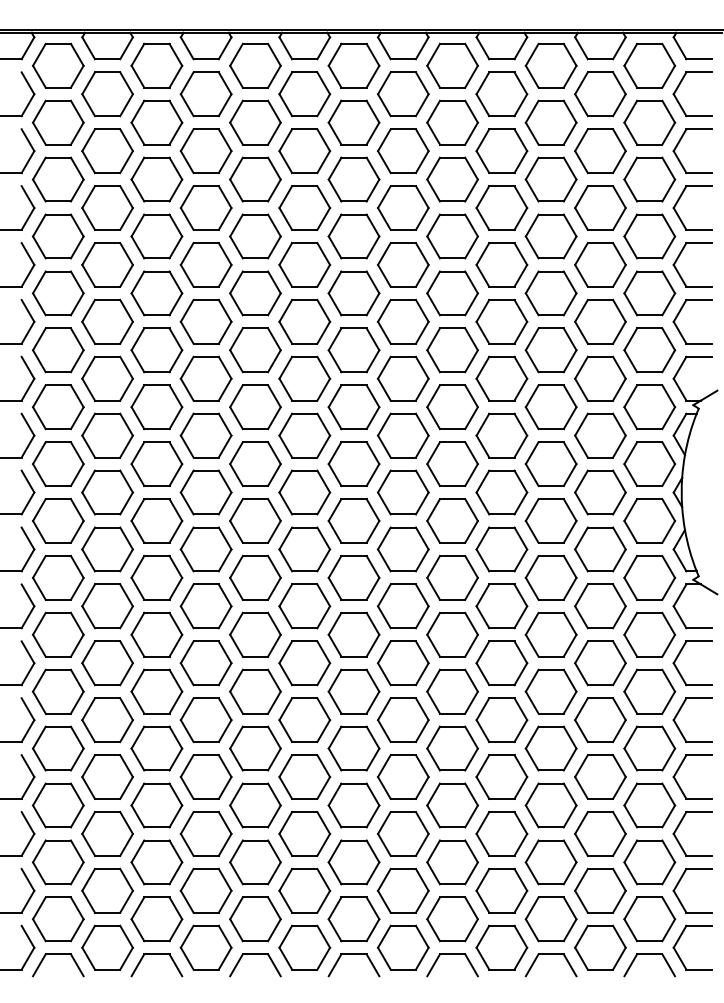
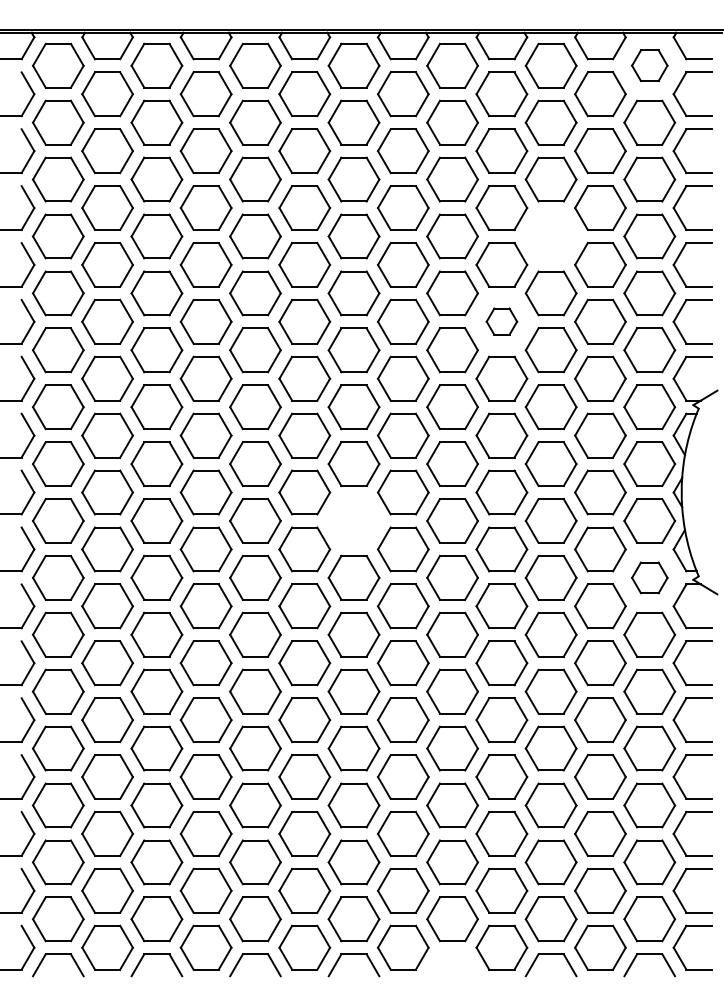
part at (649, 65) size: 54x47 px -> 38x33 px
part at (550, 236): present -> none
part at (501, 321) size: 54x47 px -> 34x29 px
part at (353, 520): present -> none
part at (649, 577) size: 54x46 px -> 38x34 px
part at (452, 954): present -> none
